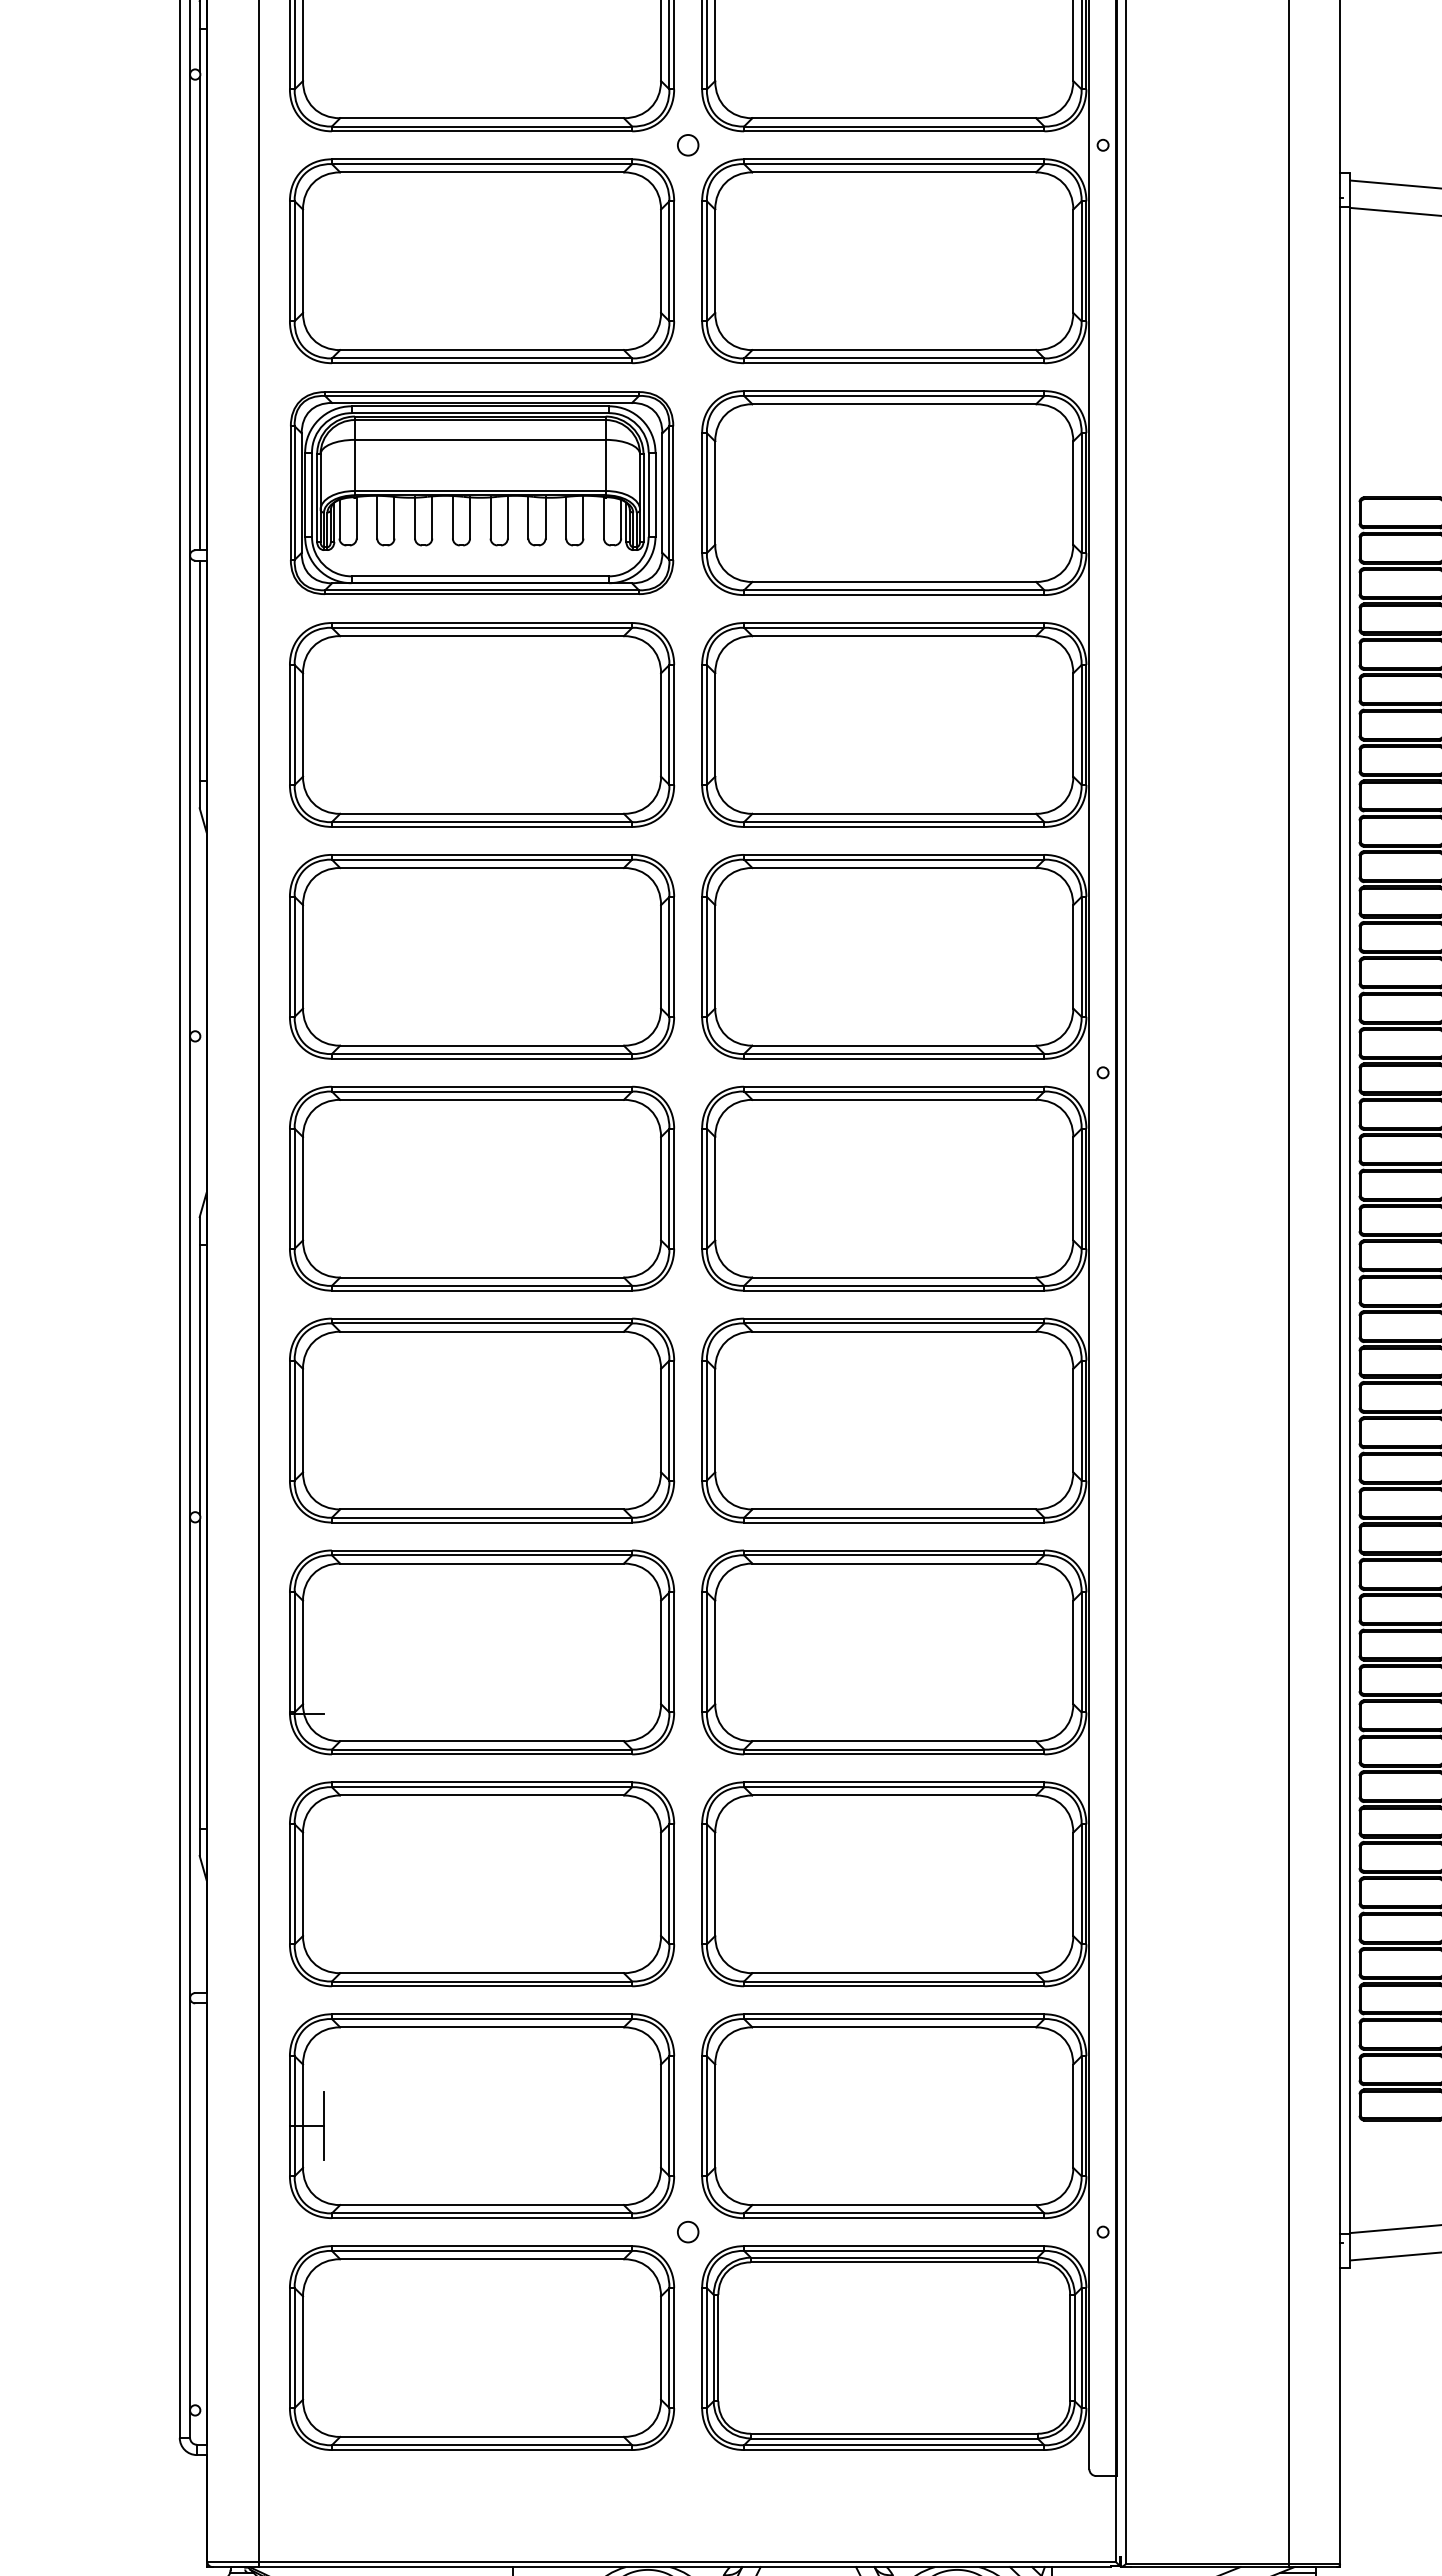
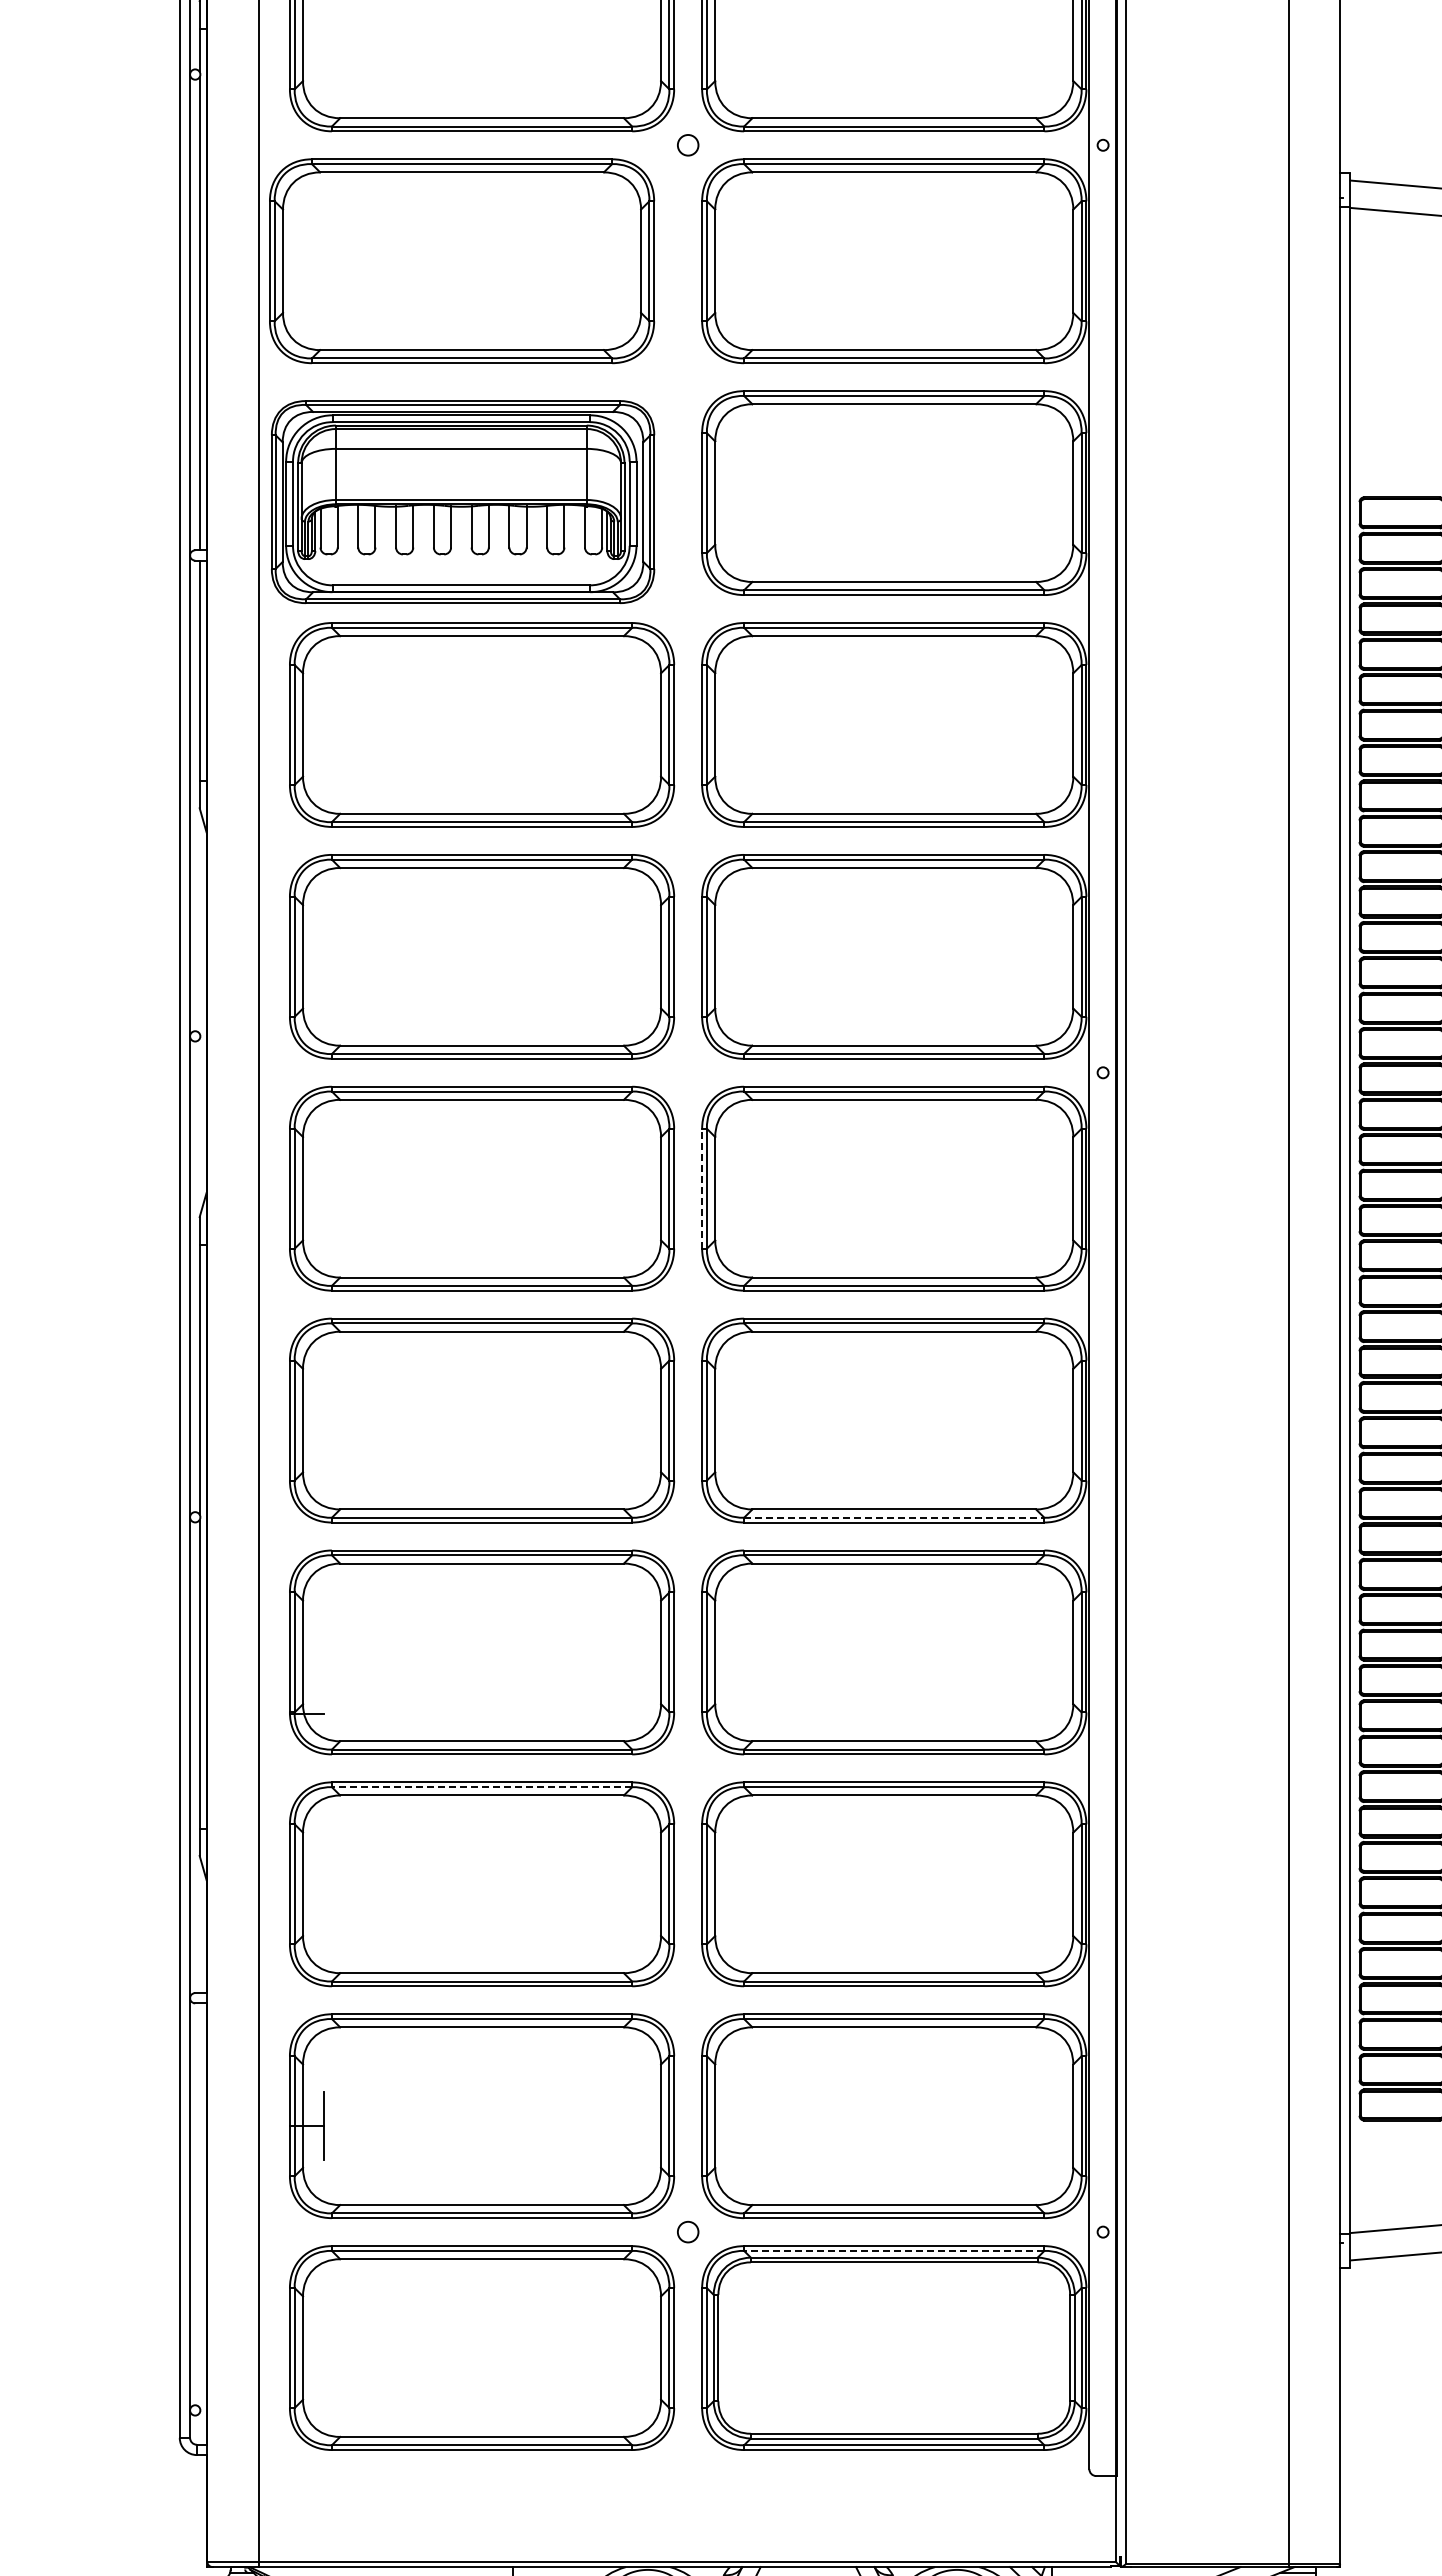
part at (482, 261) position: (482, 261) -> (462, 261)
part at (482, 492) position: (482, 492) -> (463, 501)
line at (702, 1188): solid -> dashed
line at (894, 1517): solid -> dashed
line at (481, 1787): solid -> dashed
line at (893, 2250): solid -> dashed
